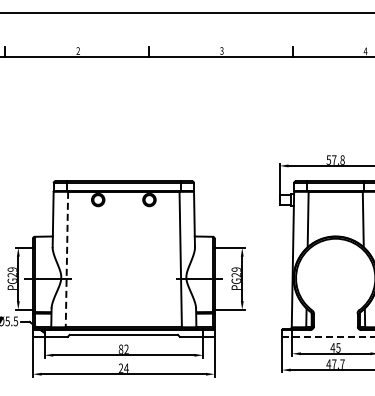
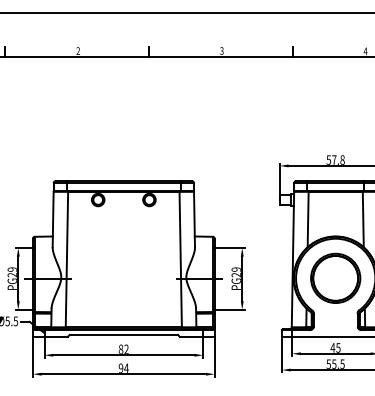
line at (66, 259): dashed -> solid
part at (335, 277): none -> present
line at (328, 336): dashed -> solid
text at (335, 363): 47.7 -> 55.5
text at (120, 368): 24 -> 94
